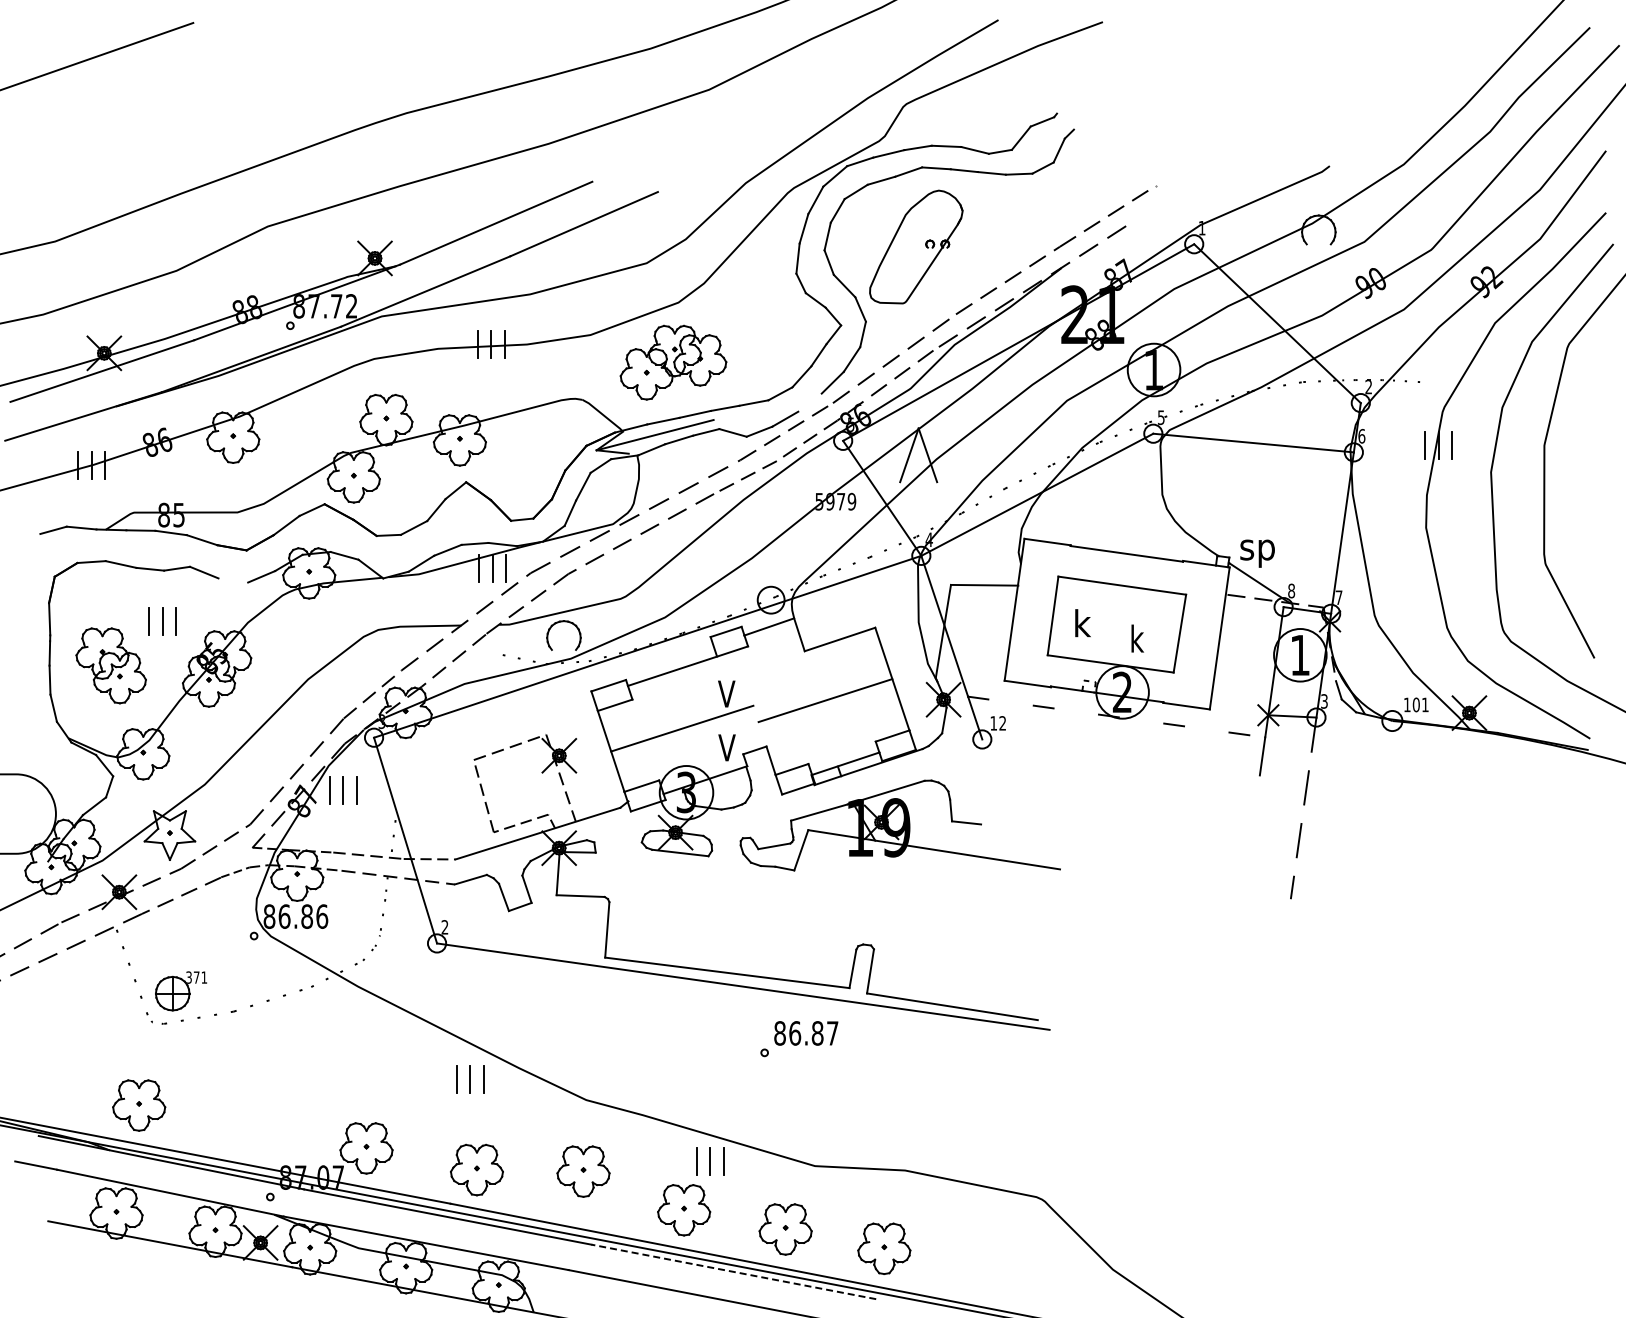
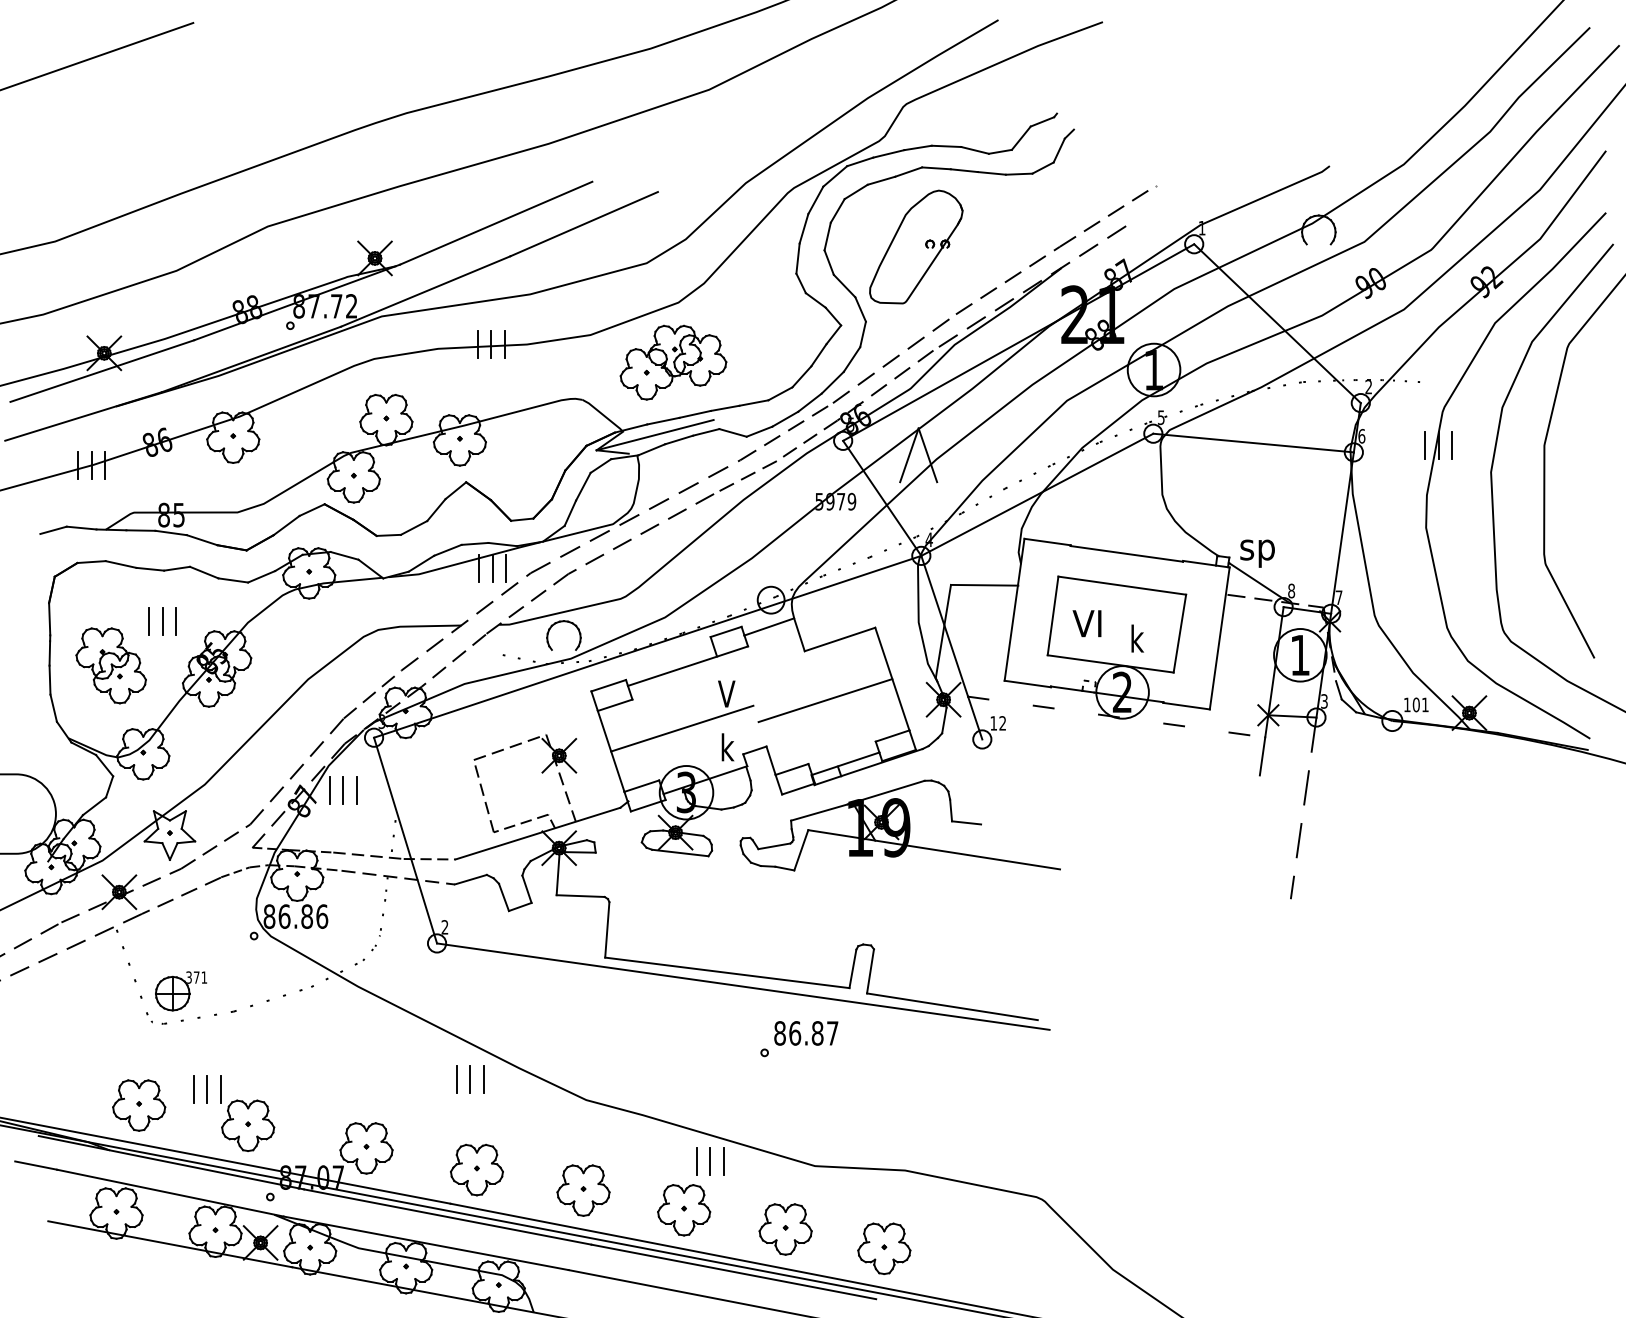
line at (809, 402): none -> present
line at (233, 580): none -> present
text at (1086, 623): k -> VI
text at (726, 747): V -> k
part at (234, 1113): none -> present
part at (583, 1171) position: (583, 1171) -> (583, 1190)
line at (733, 1271): dashed -> solid
